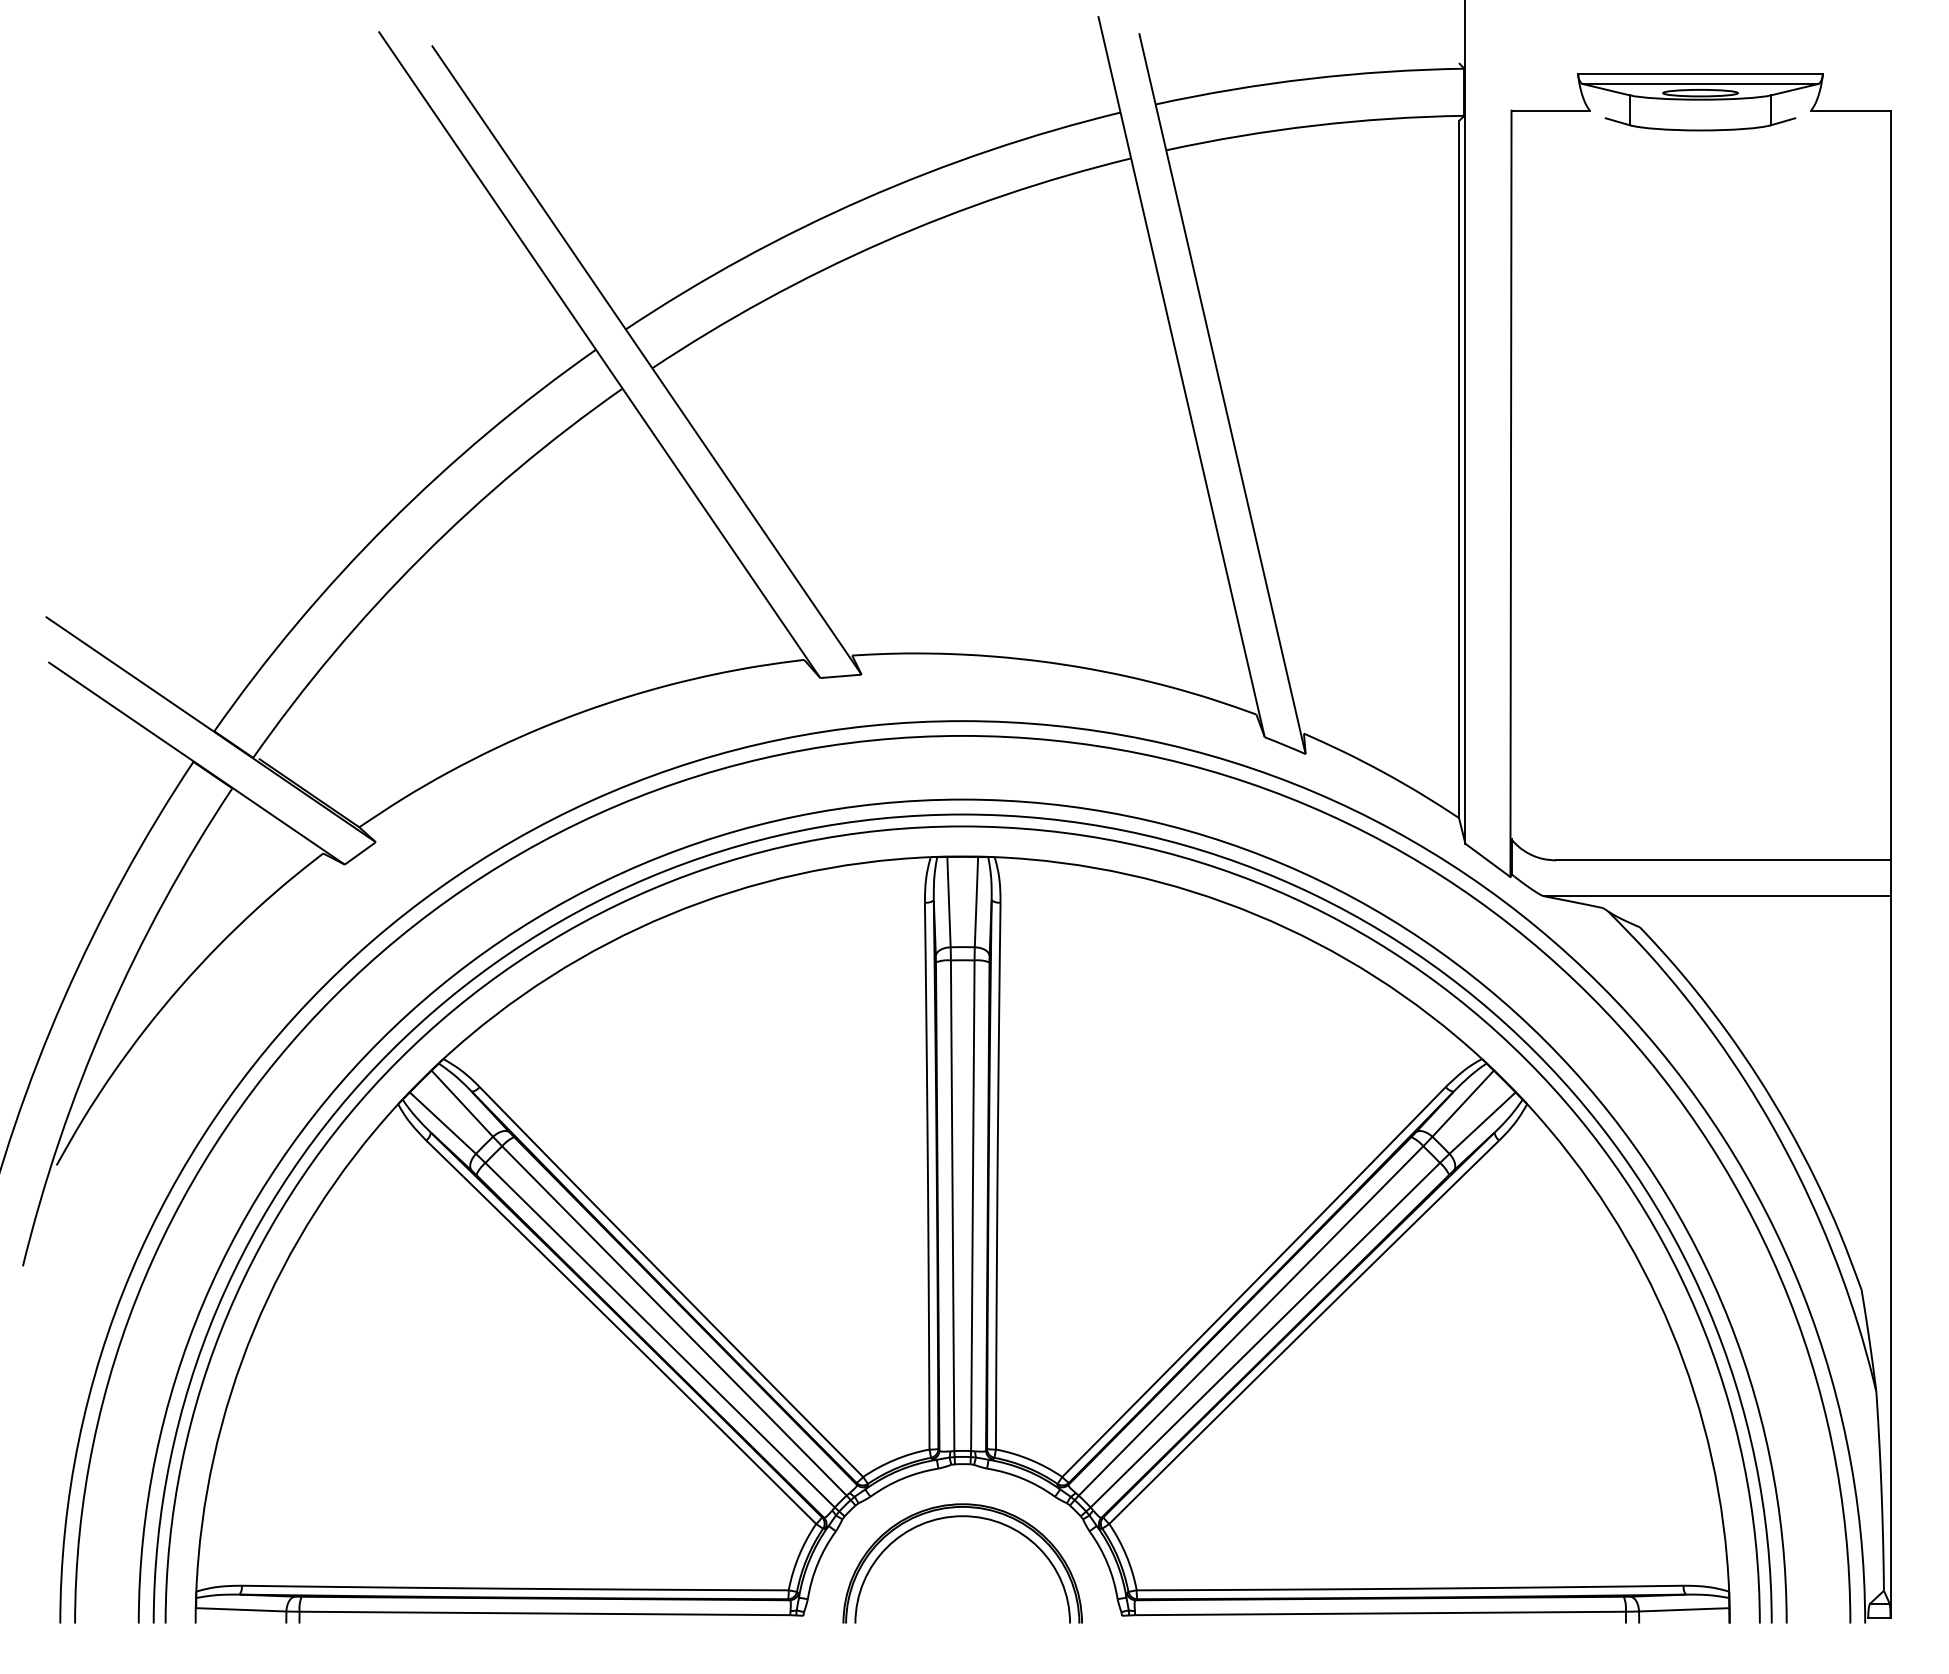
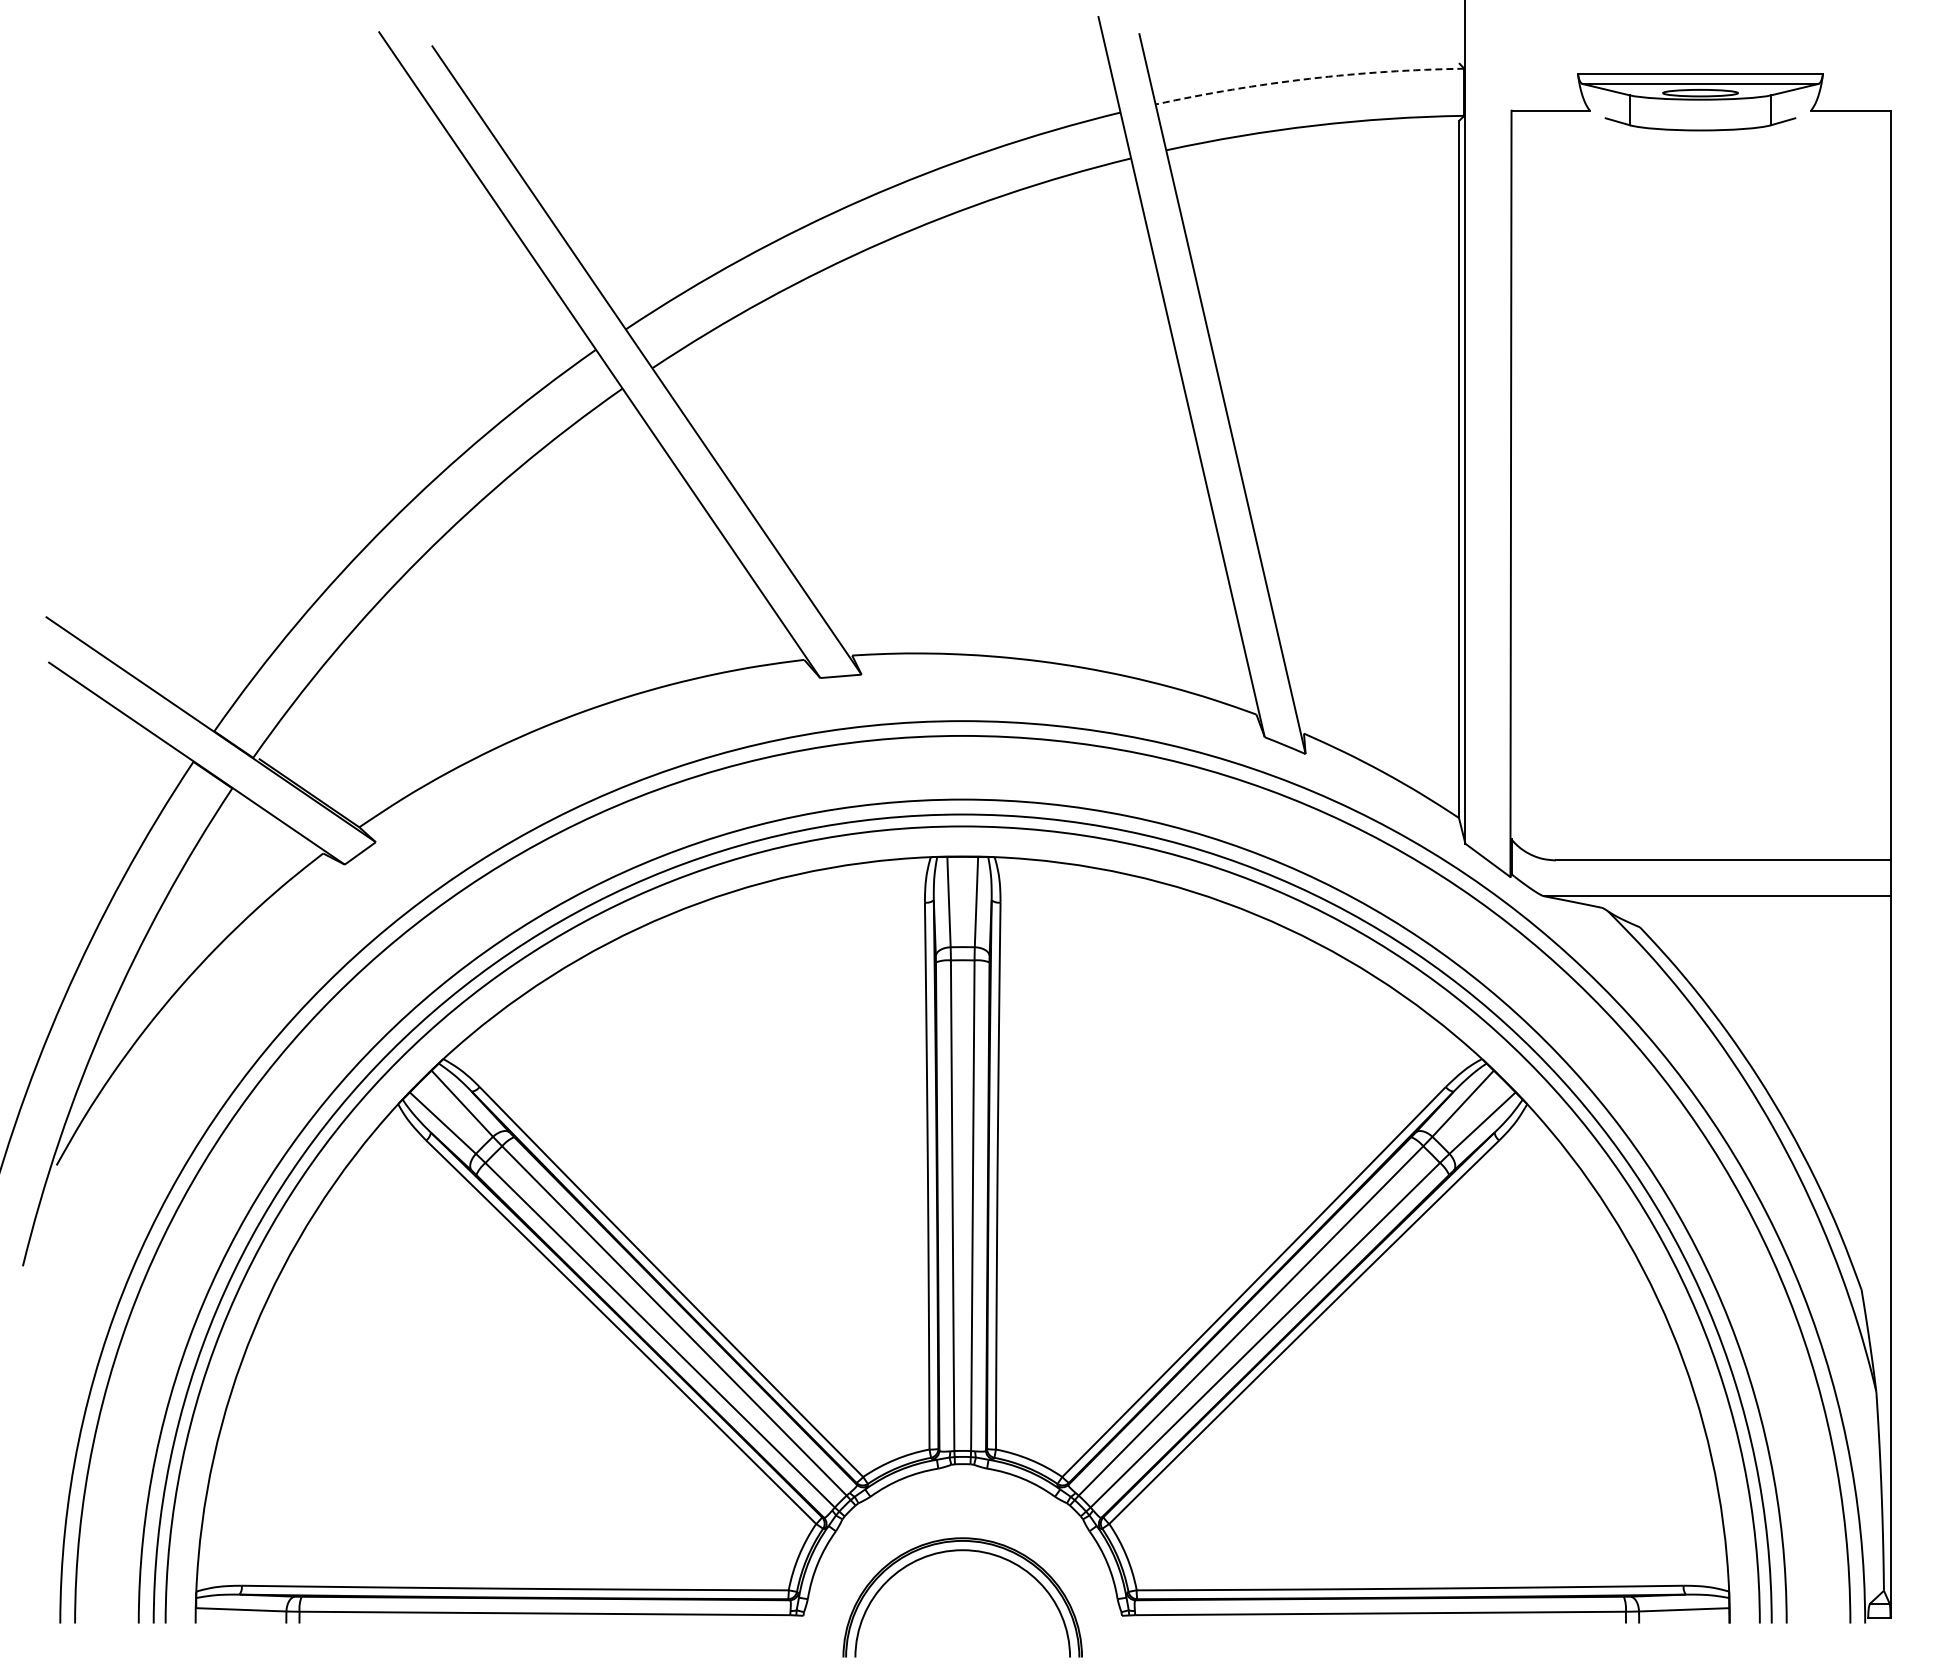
arc at (1309, 78): solid -> dashed
part at (962, 1517) position: (962, 1517) -> (962, 1551)
